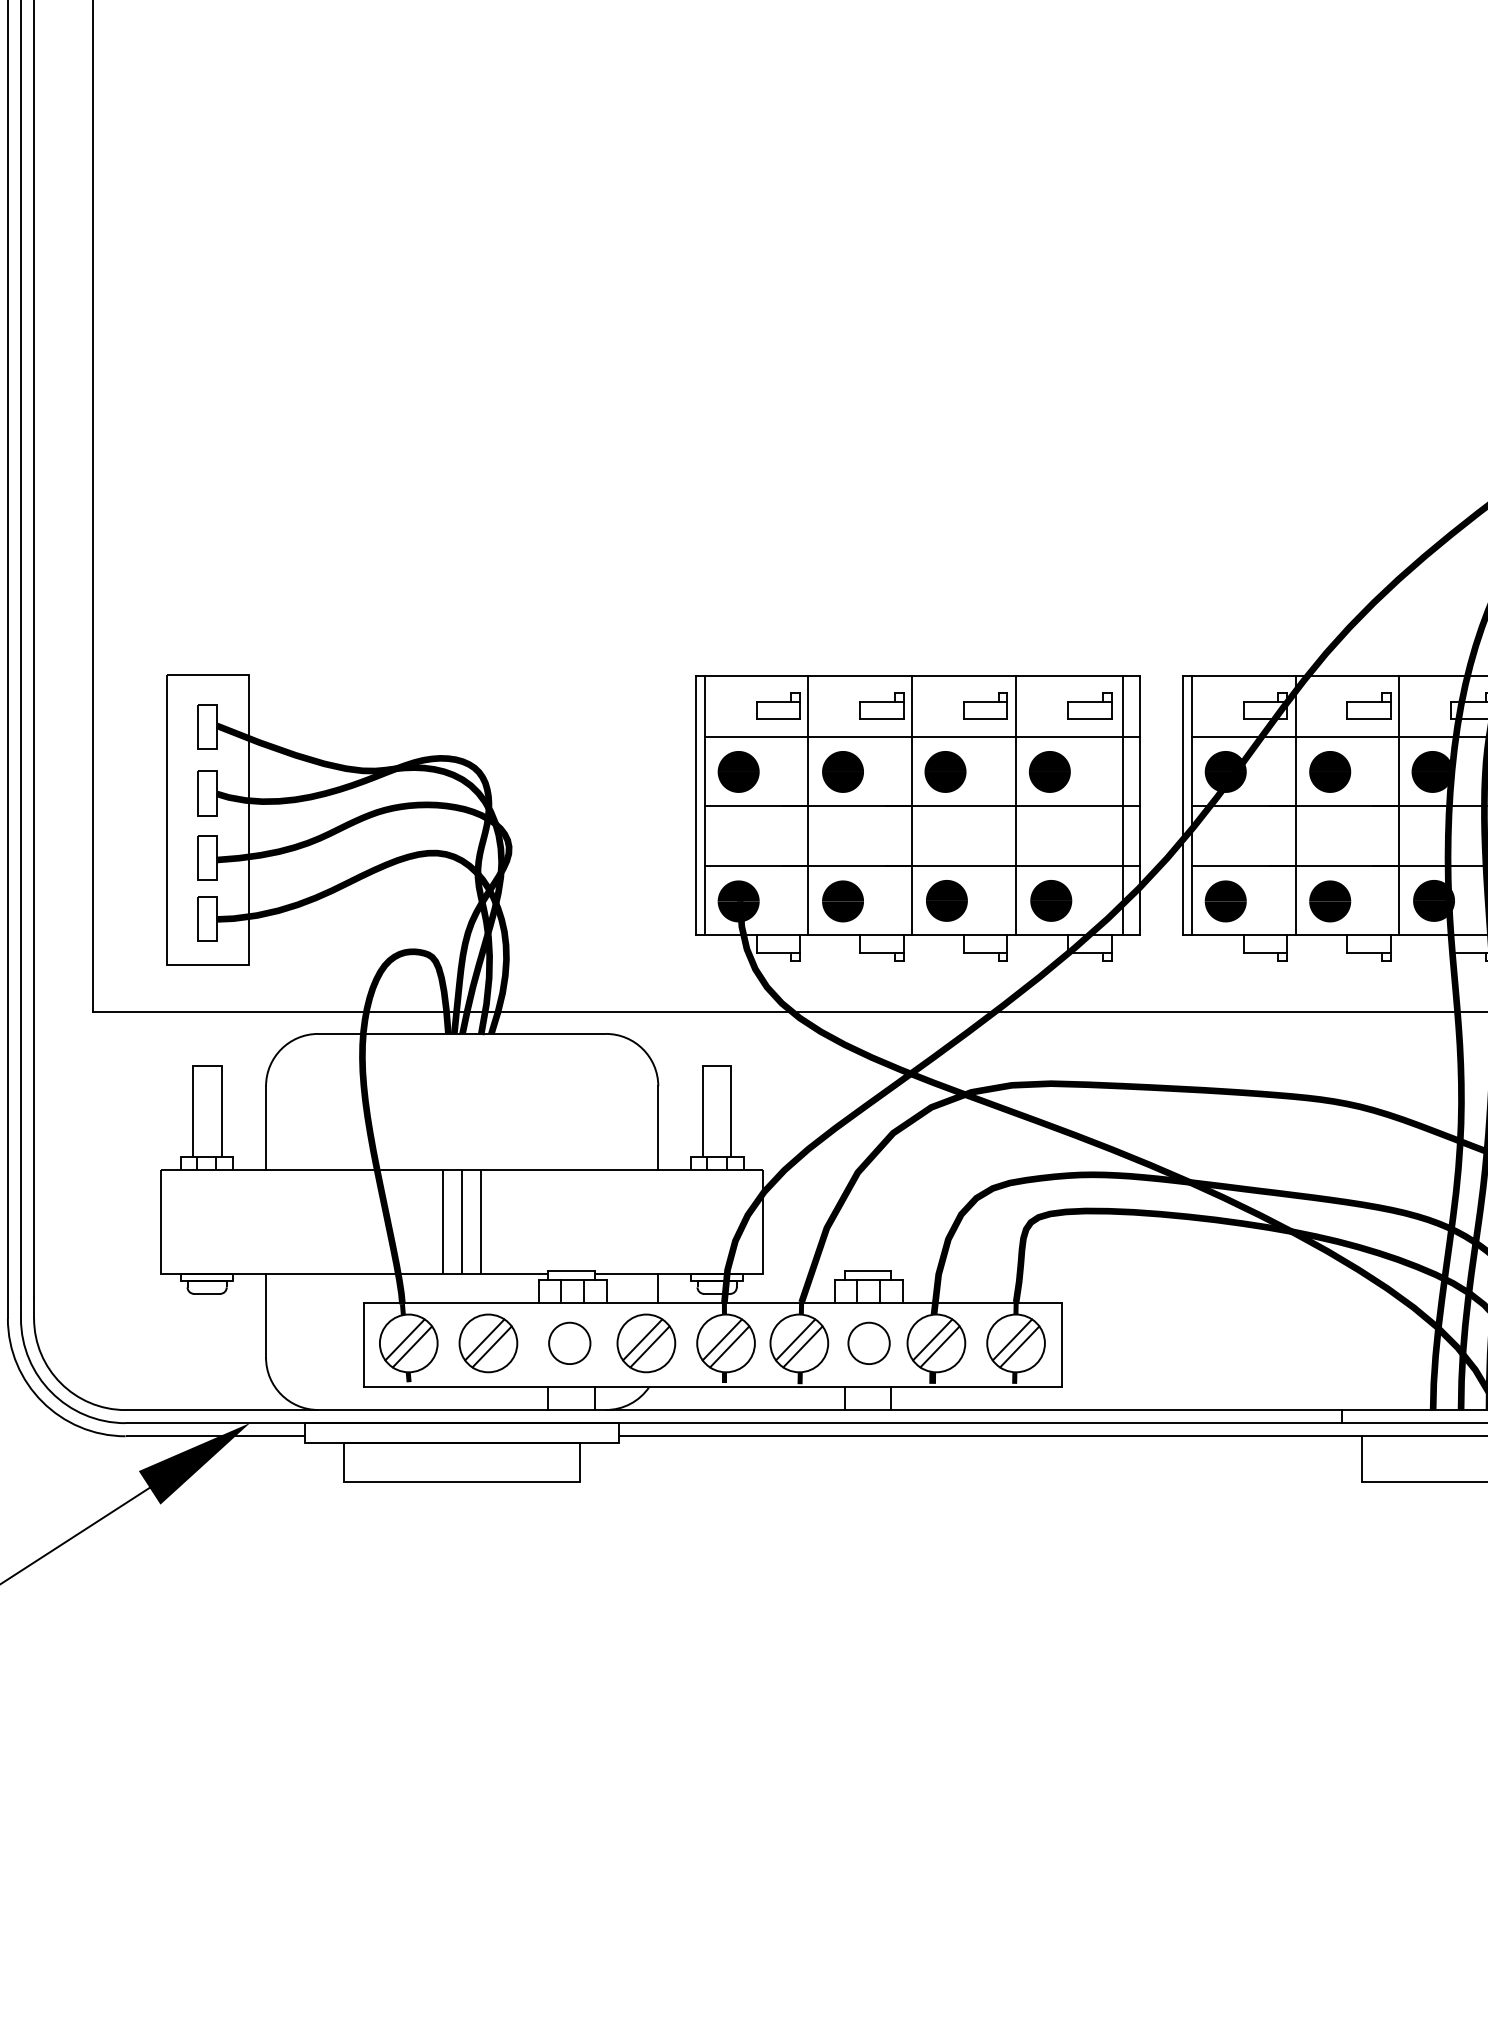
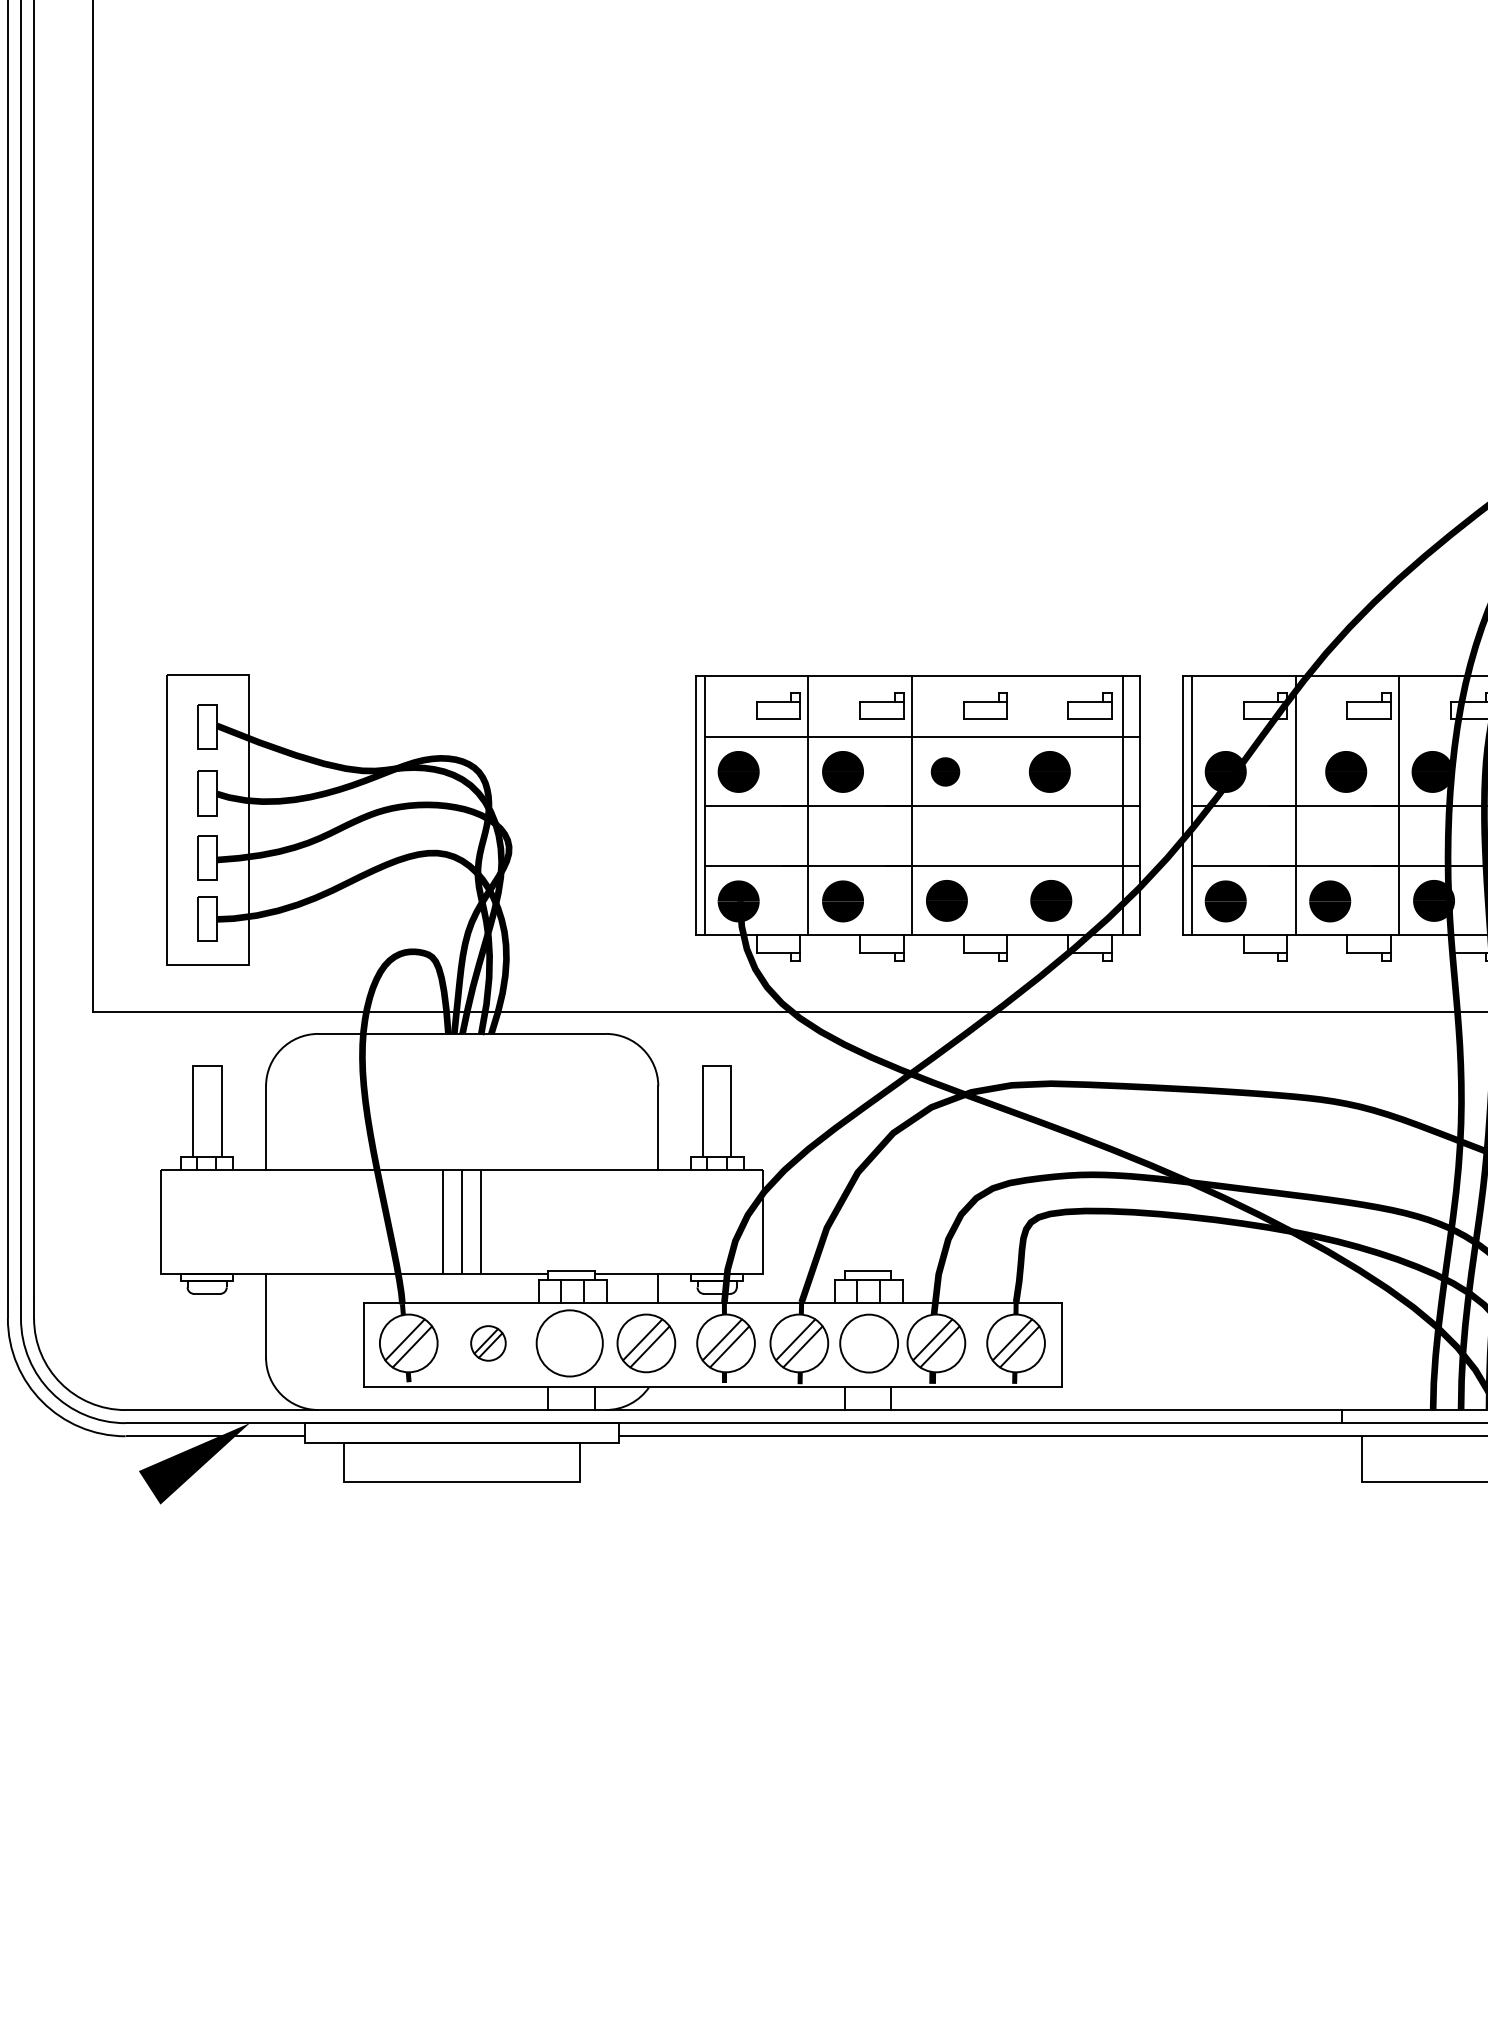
line at (1337, 736): present -> none
part at (945, 771) size: 43x42 px -> 31x30 px
part at (1330, 771) position: (1330, 771) -> (1346, 771)
line at (1015, 805): present -> none
circle at (868, 1342) size: 44x44 px -> 60x61 px
part at (488, 1343) size: 61x61 px -> 37x37 px
circle at (569, 1343) diameter: 41 px -> 66 px
line at (75, 1535): present -> none
